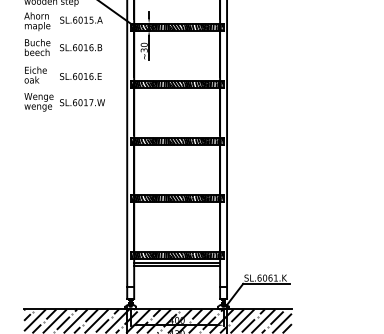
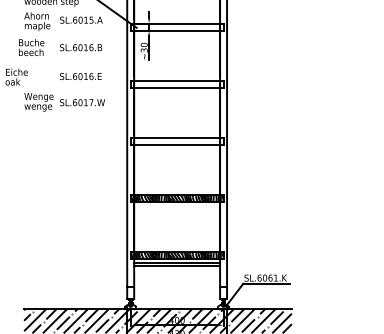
hatch at (176, 26): present -> none
text at (37, 47) position: (37, 47) -> (31, 47)
text at (35, 74) position: (35, 74) -> (16, 76)
hatch at (176, 83): present -> none
hatch at (176, 140): present -> none
